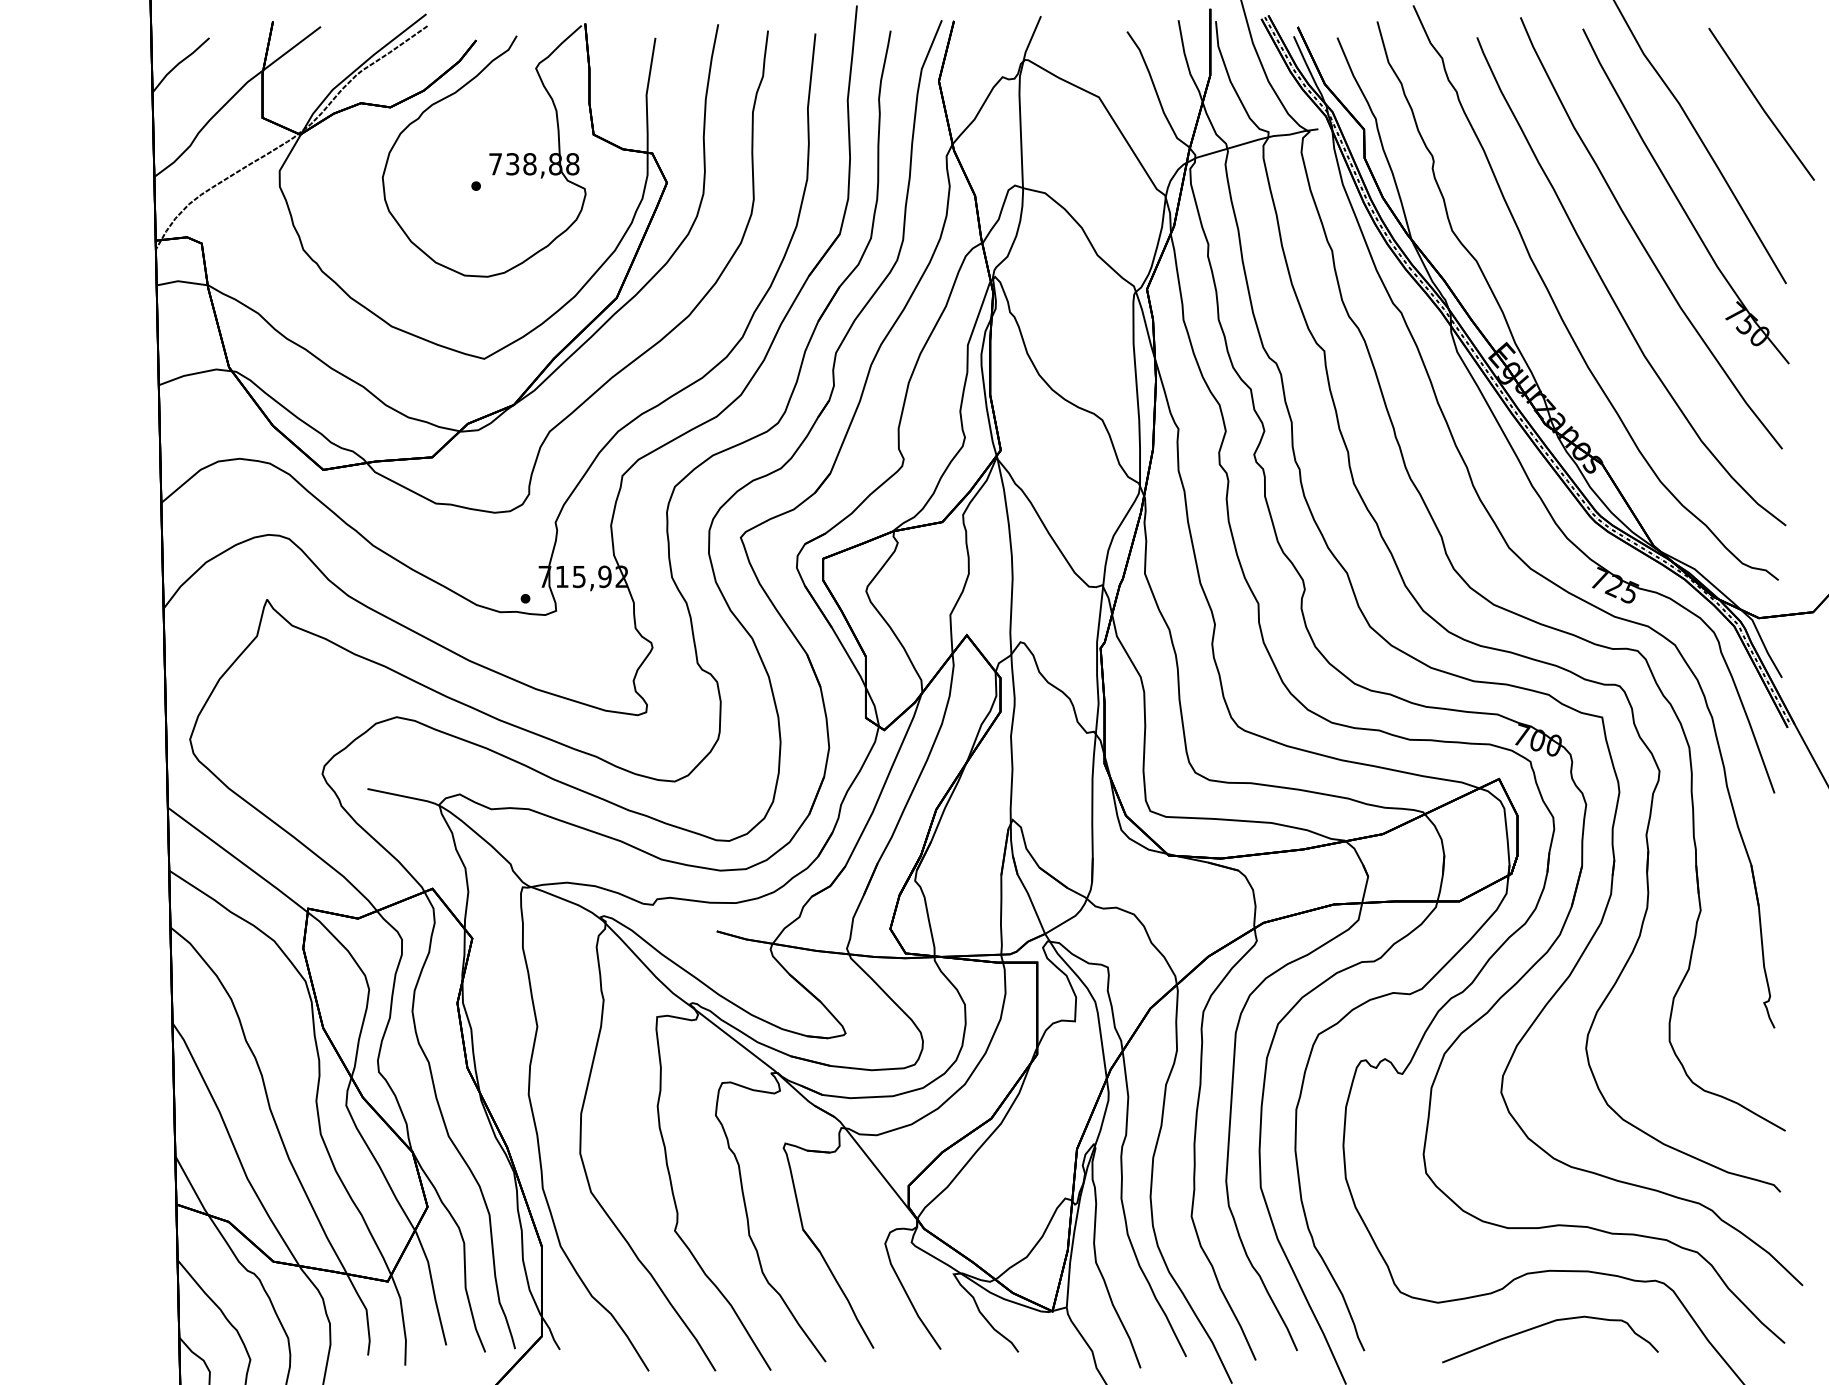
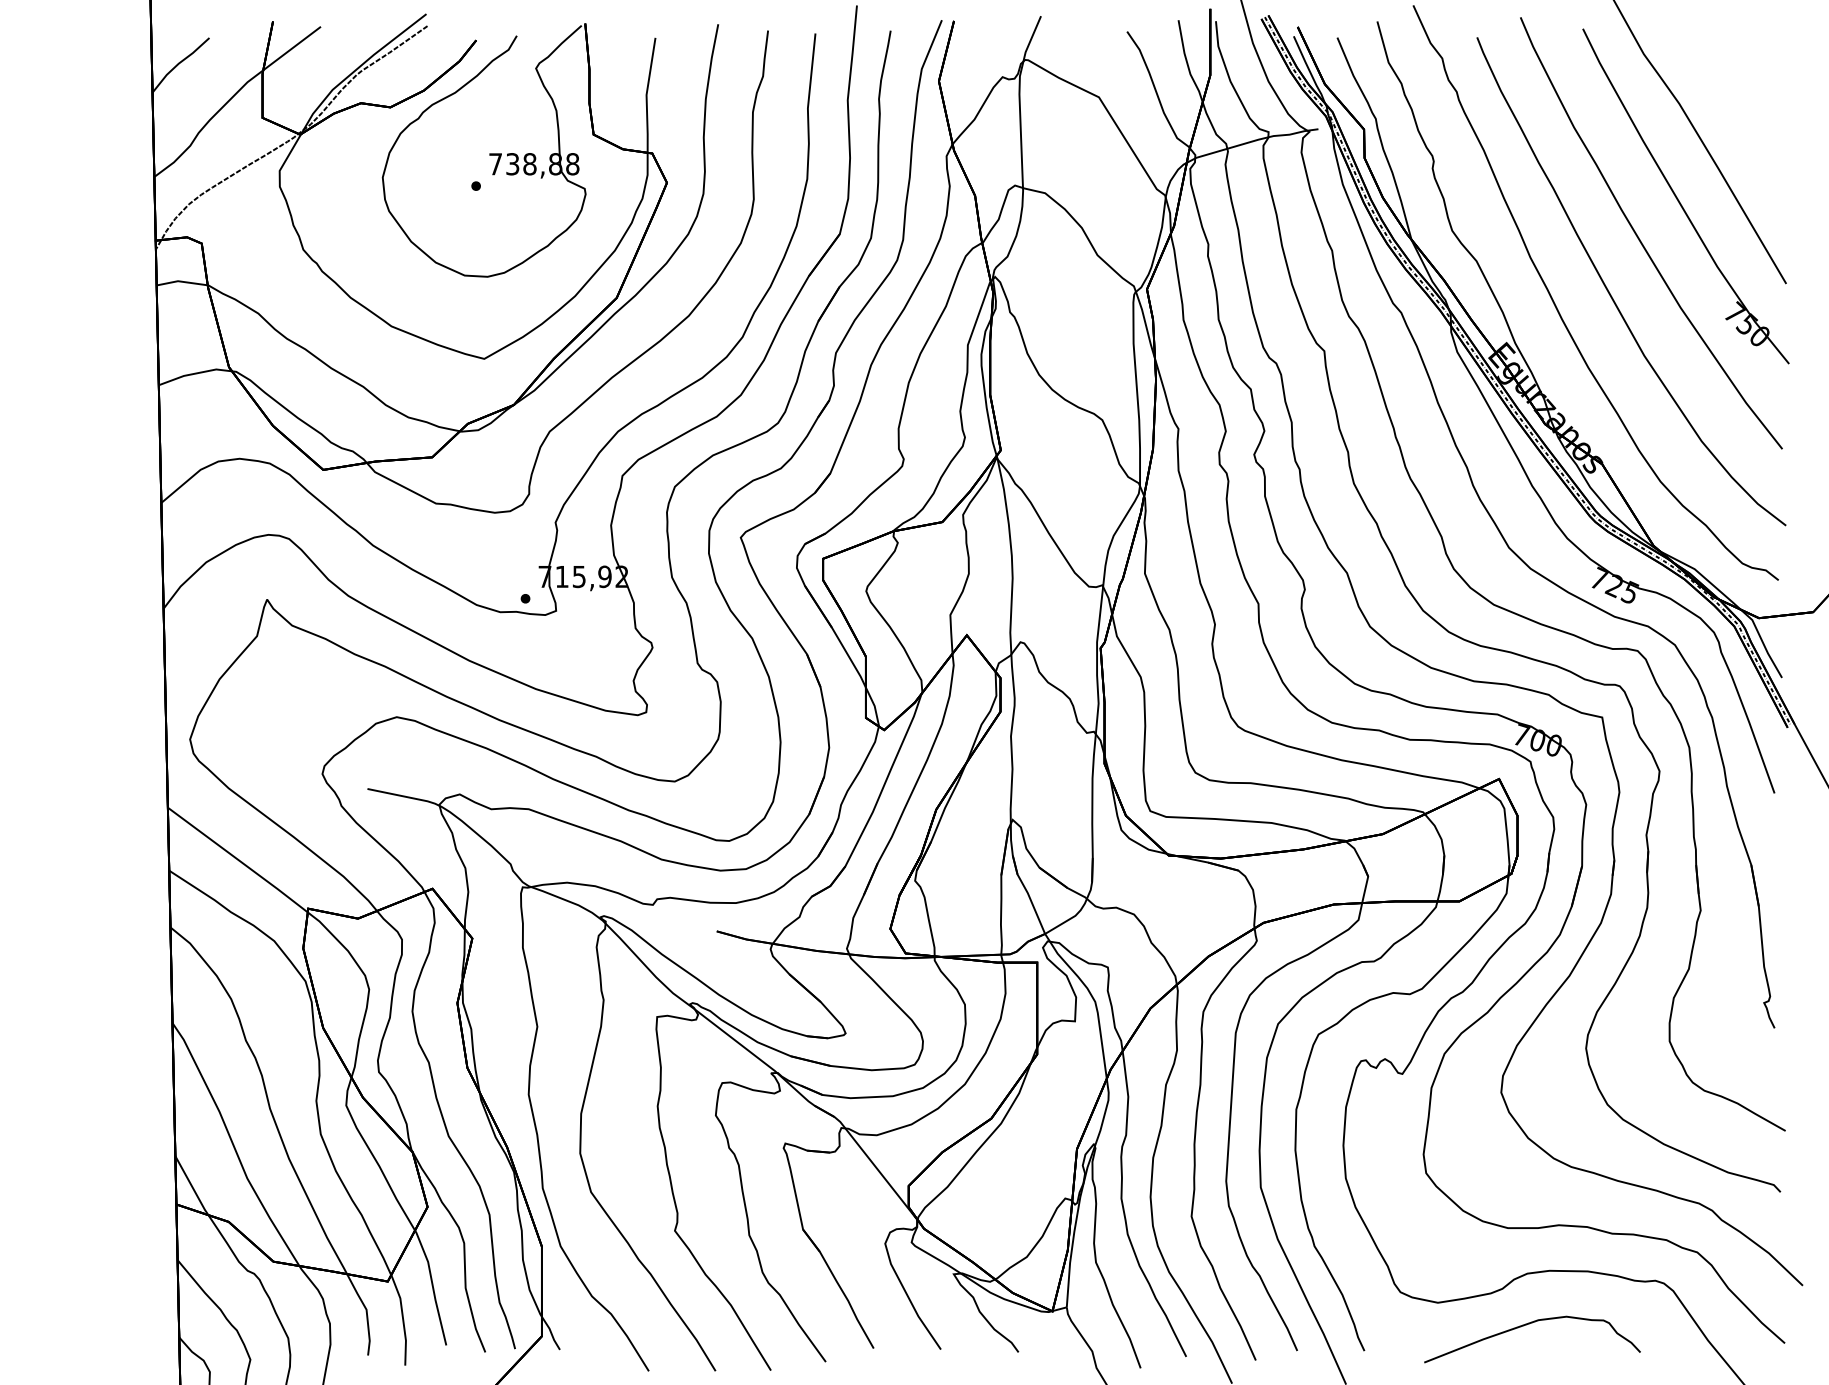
line at (1760, 103): present -> none
curve at (1544, 1325) position: (1544, 1325) -> (1526, 1325)
